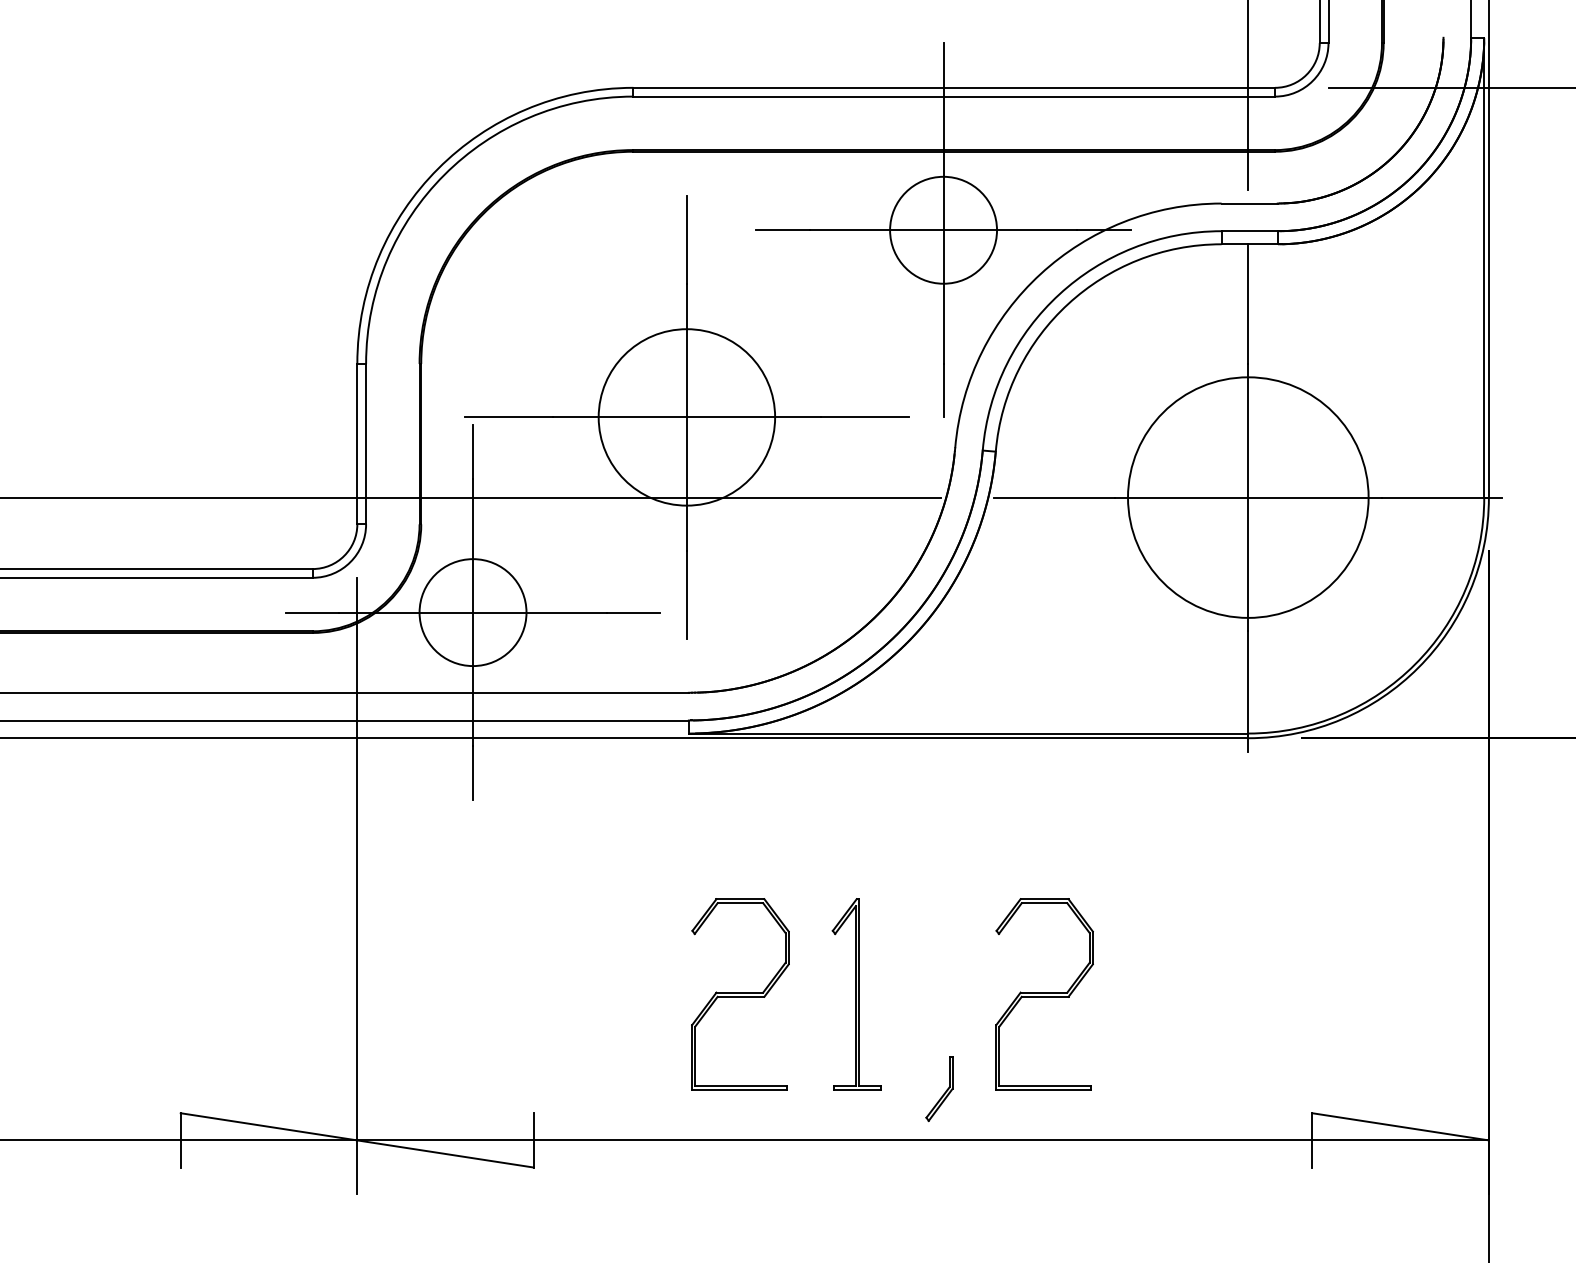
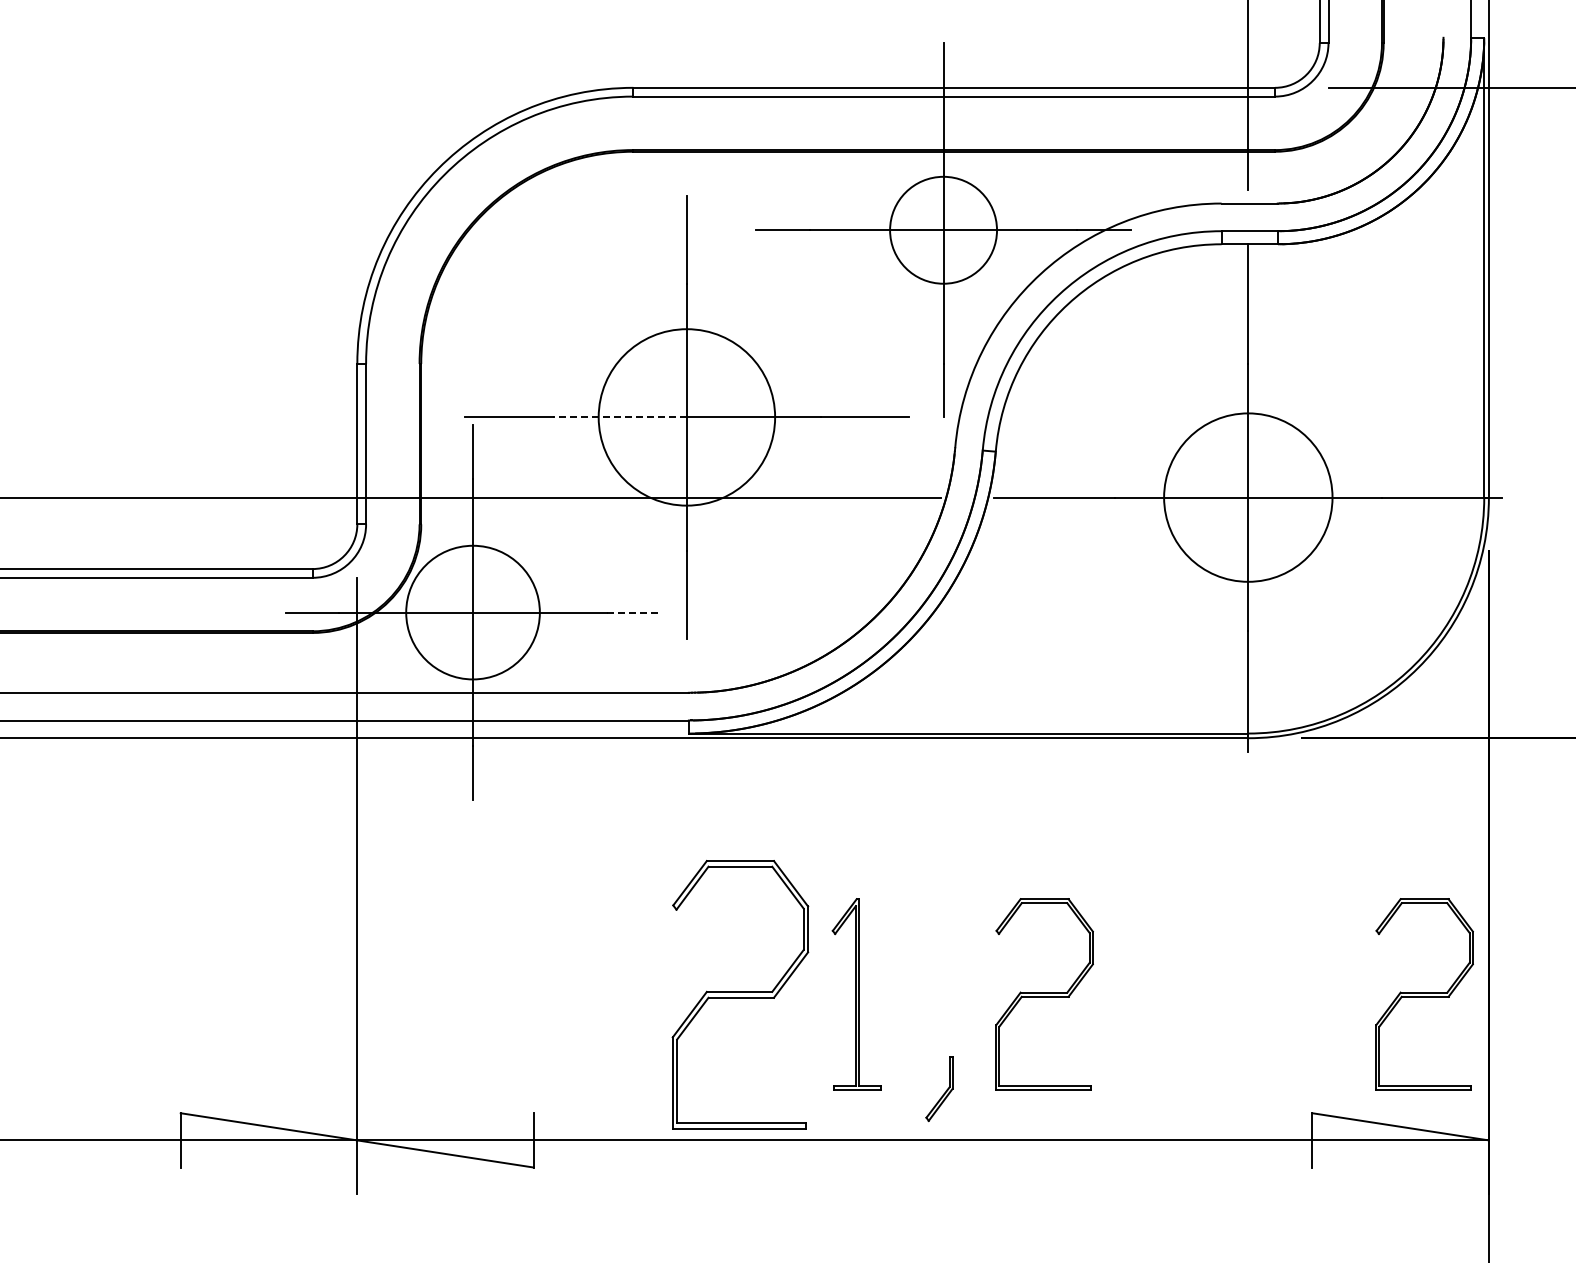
line at (620, 417): solid -> dashed
circle at (1248, 497) diameter: 241 px -> 168 px
circle at (472, 612) diameter: 107 px -> 134 px
line at (633, 612): solid -> dashed
part at (740, 994) size: 99x193 px -> 139x270 px
part at (1424, 994): none -> present
